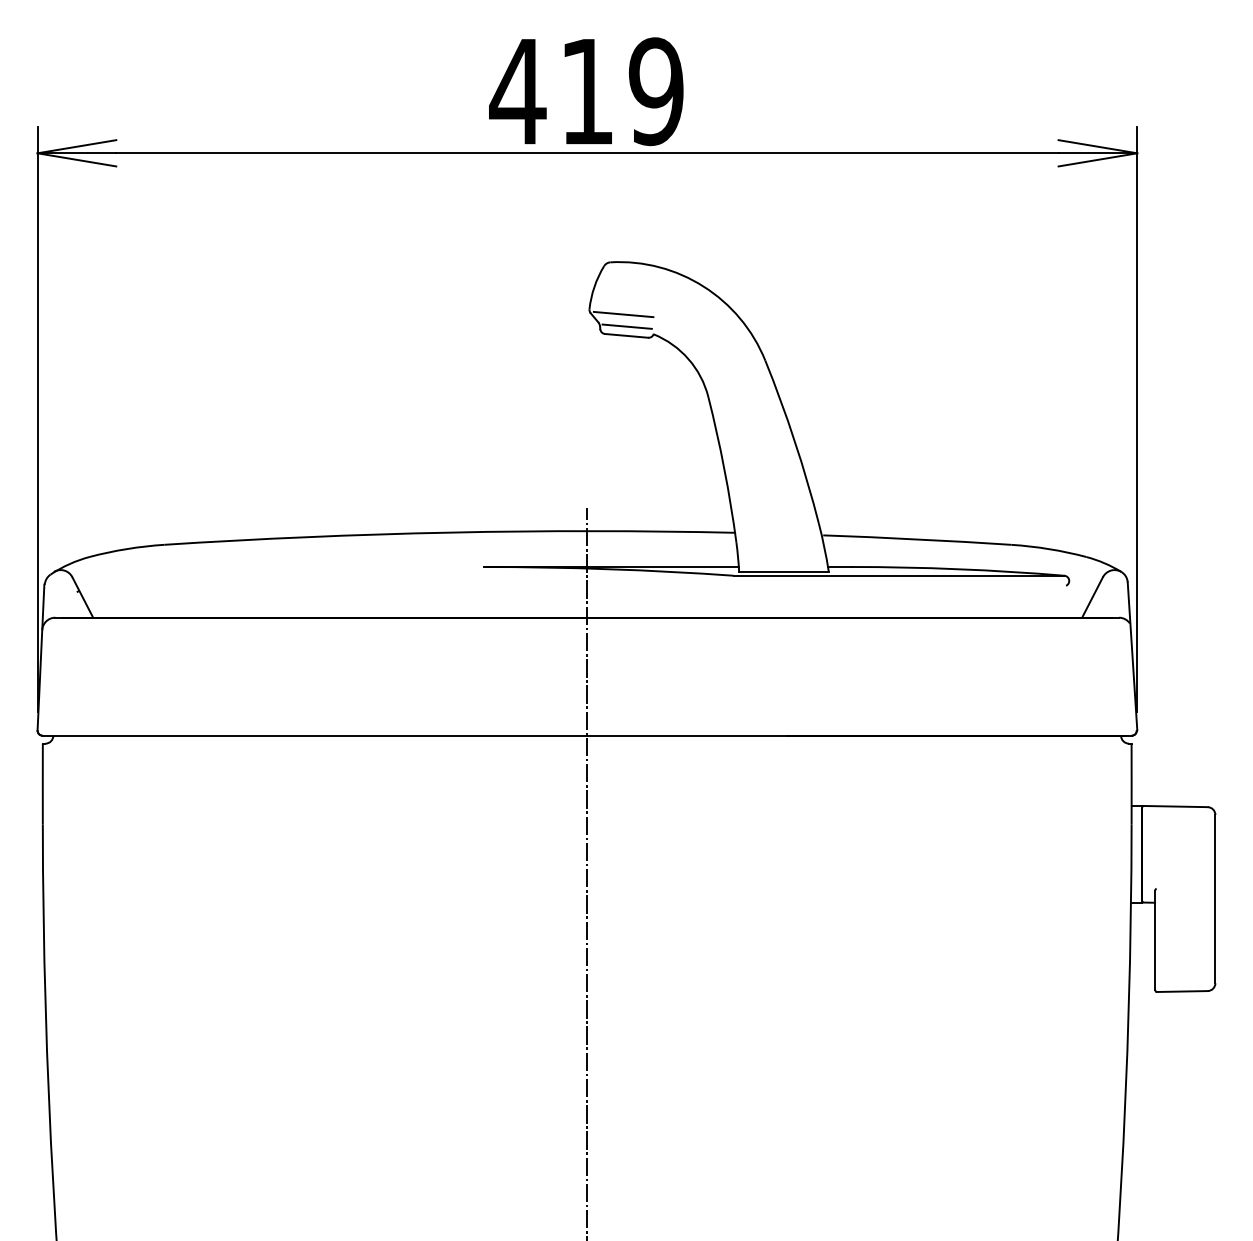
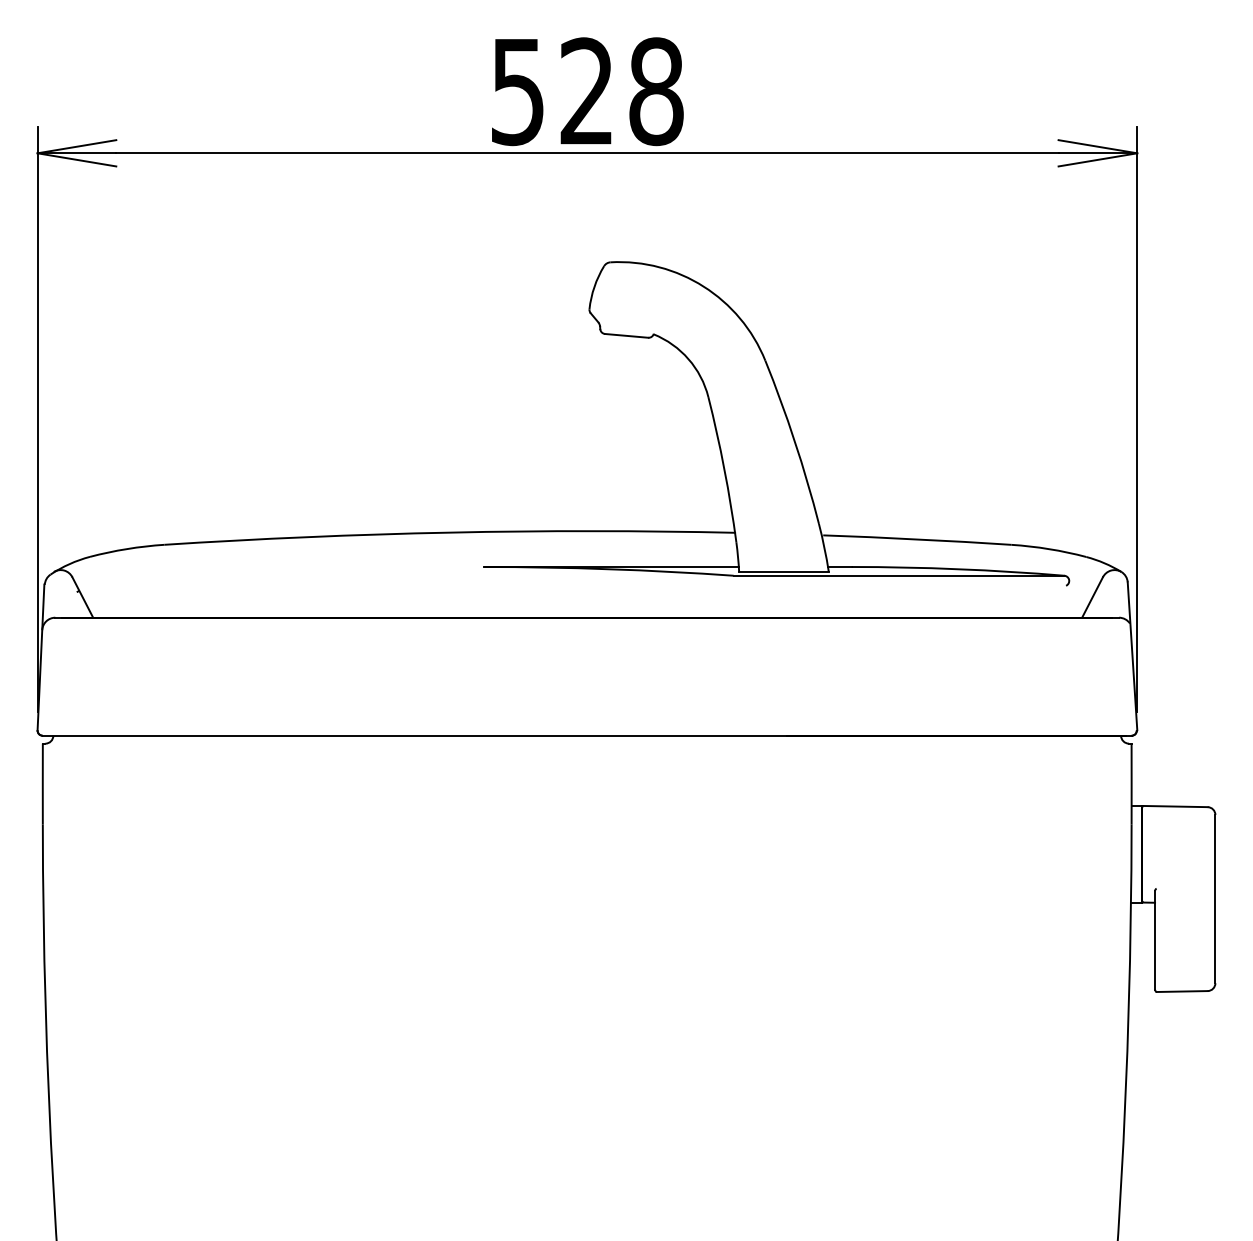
text at (586, 91): 419 -> 528
line at (623, 314): present -> none
line at (626, 326): present -> none
line at (587, 872): present -> none
